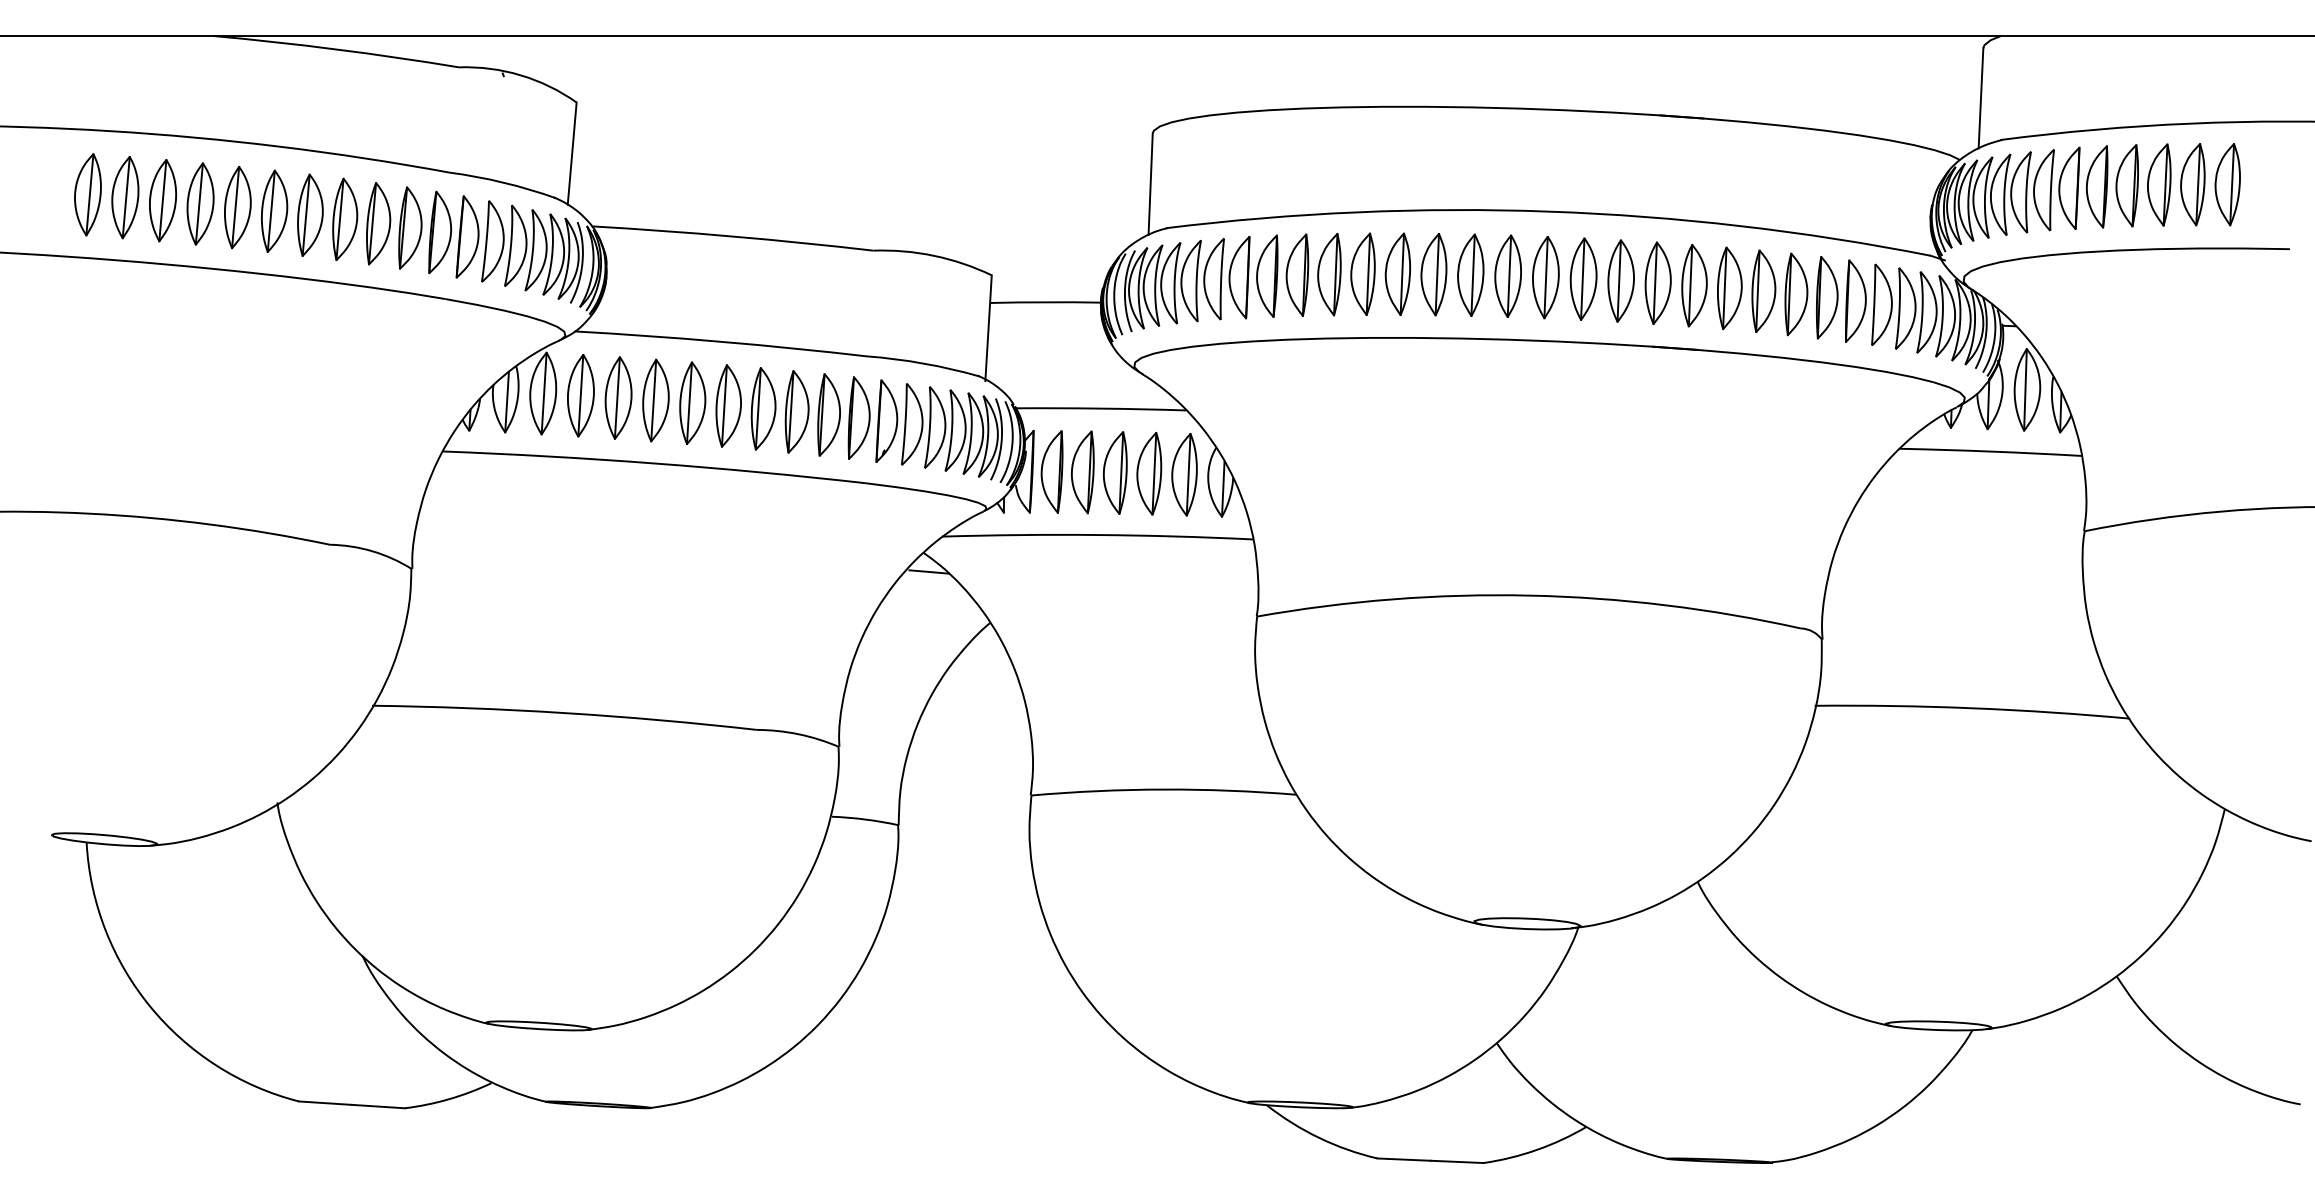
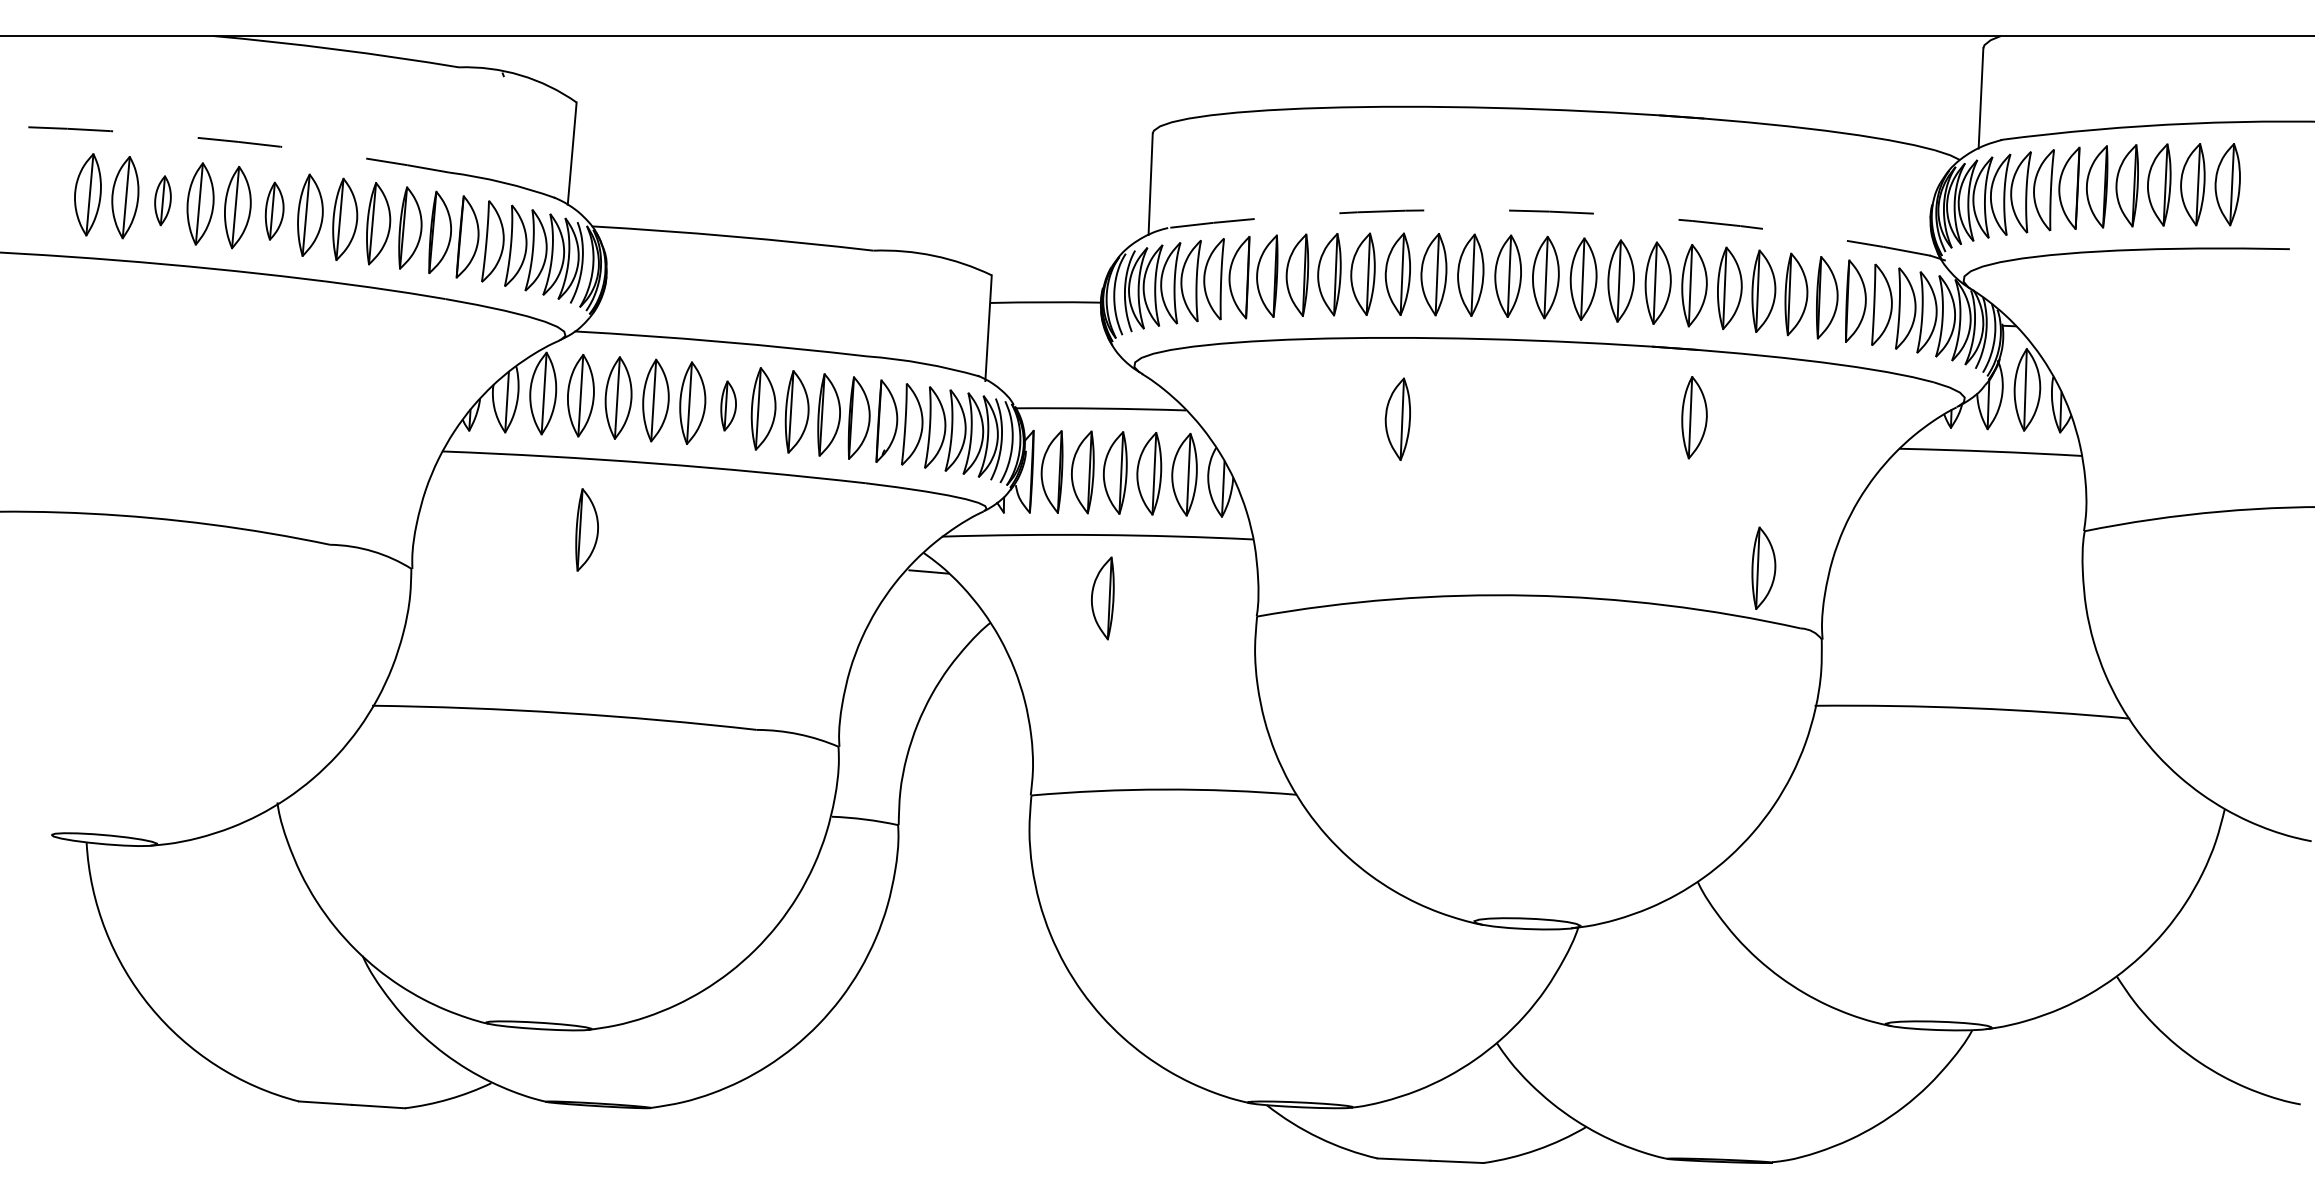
arc at (225, 140): solid -> dashed
part at (162, 200) size: 28x84 px -> 18x52 px
part at (274, 210) size: 28x84 px -> 21x60 px
arc at (1549, 211): solid -> dashed
part at (728, 405) size: 27x84 px -> 17x52 px
part at (1694, 417): none -> present
part at (1397, 418): none -> present
part at (586, 529): none -> present
part at (1763, 567): none -> present
part at (1102, 598): none -> present
